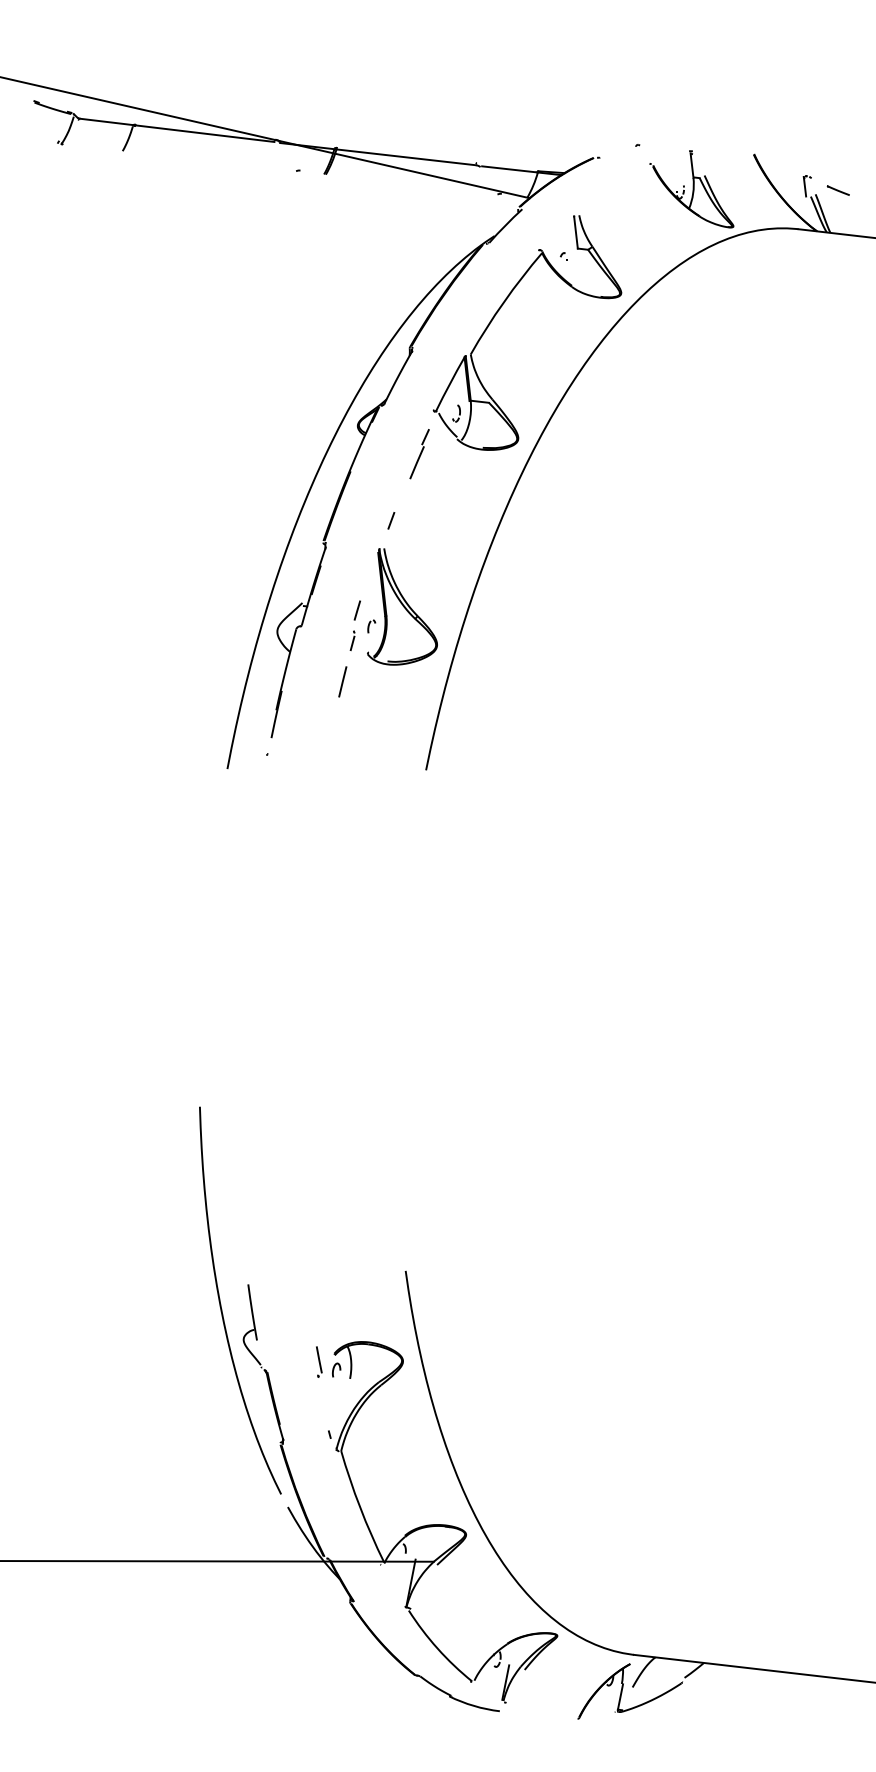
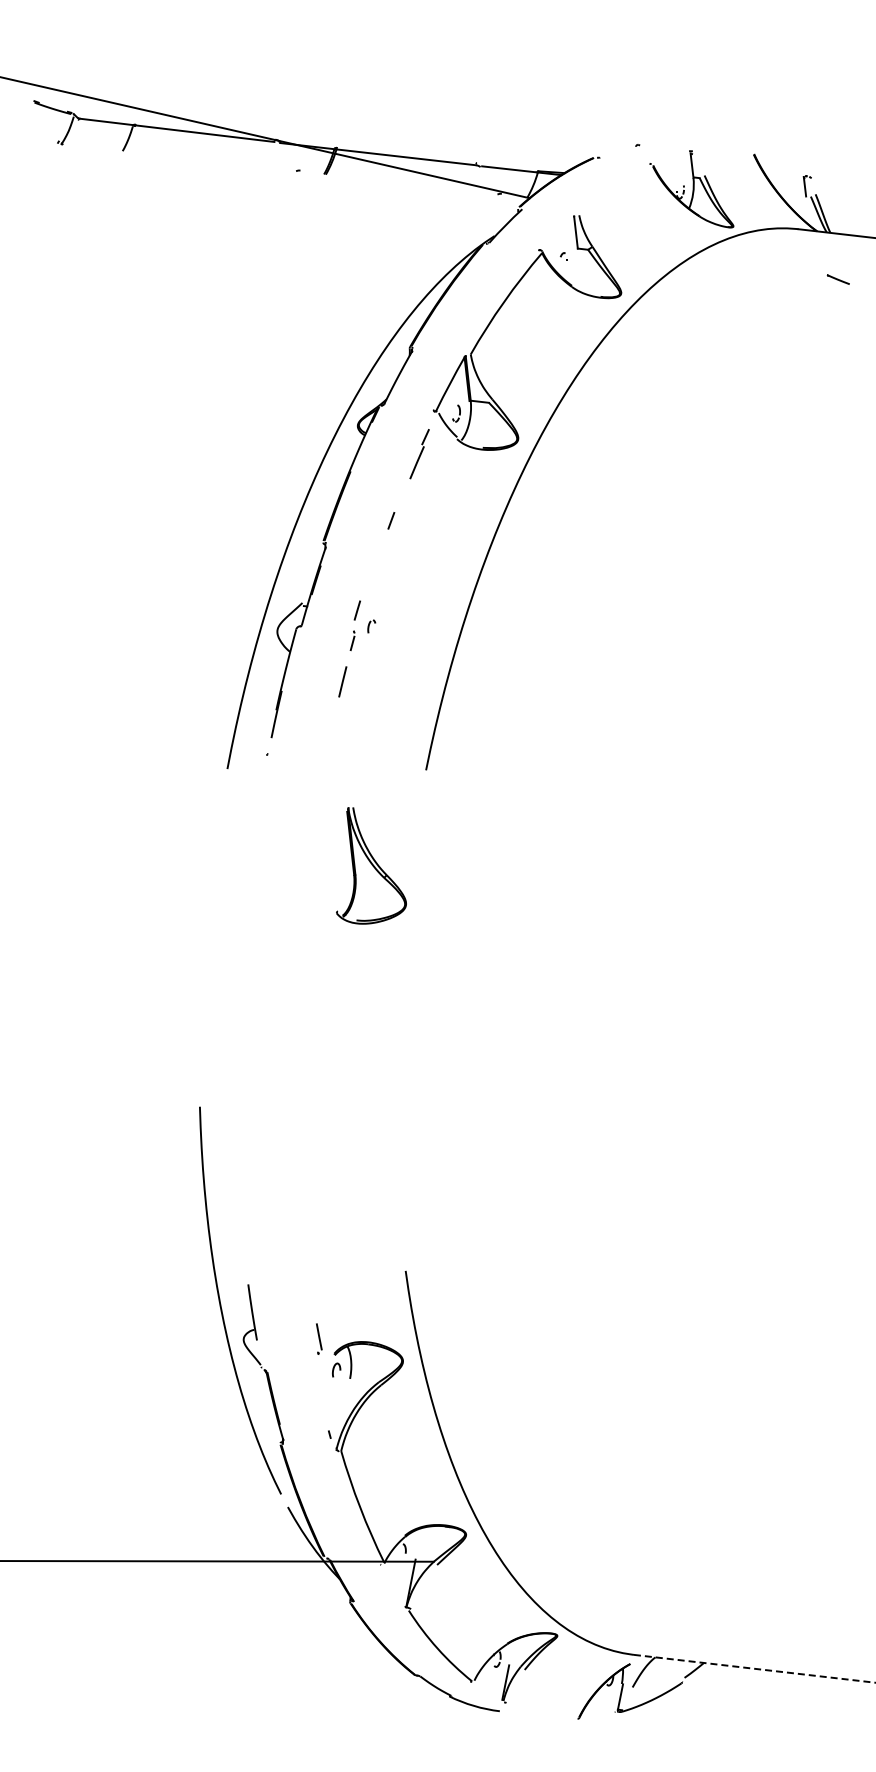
line at (837, 190) position: (837, 190) -> (837, 279)
part at (402, 606) position: (402, 606) -> (371, 865)
part at (319, 1361) position: (319, 1361) -> (319, 1338)
line at (755, 1668): solid -> dashed
